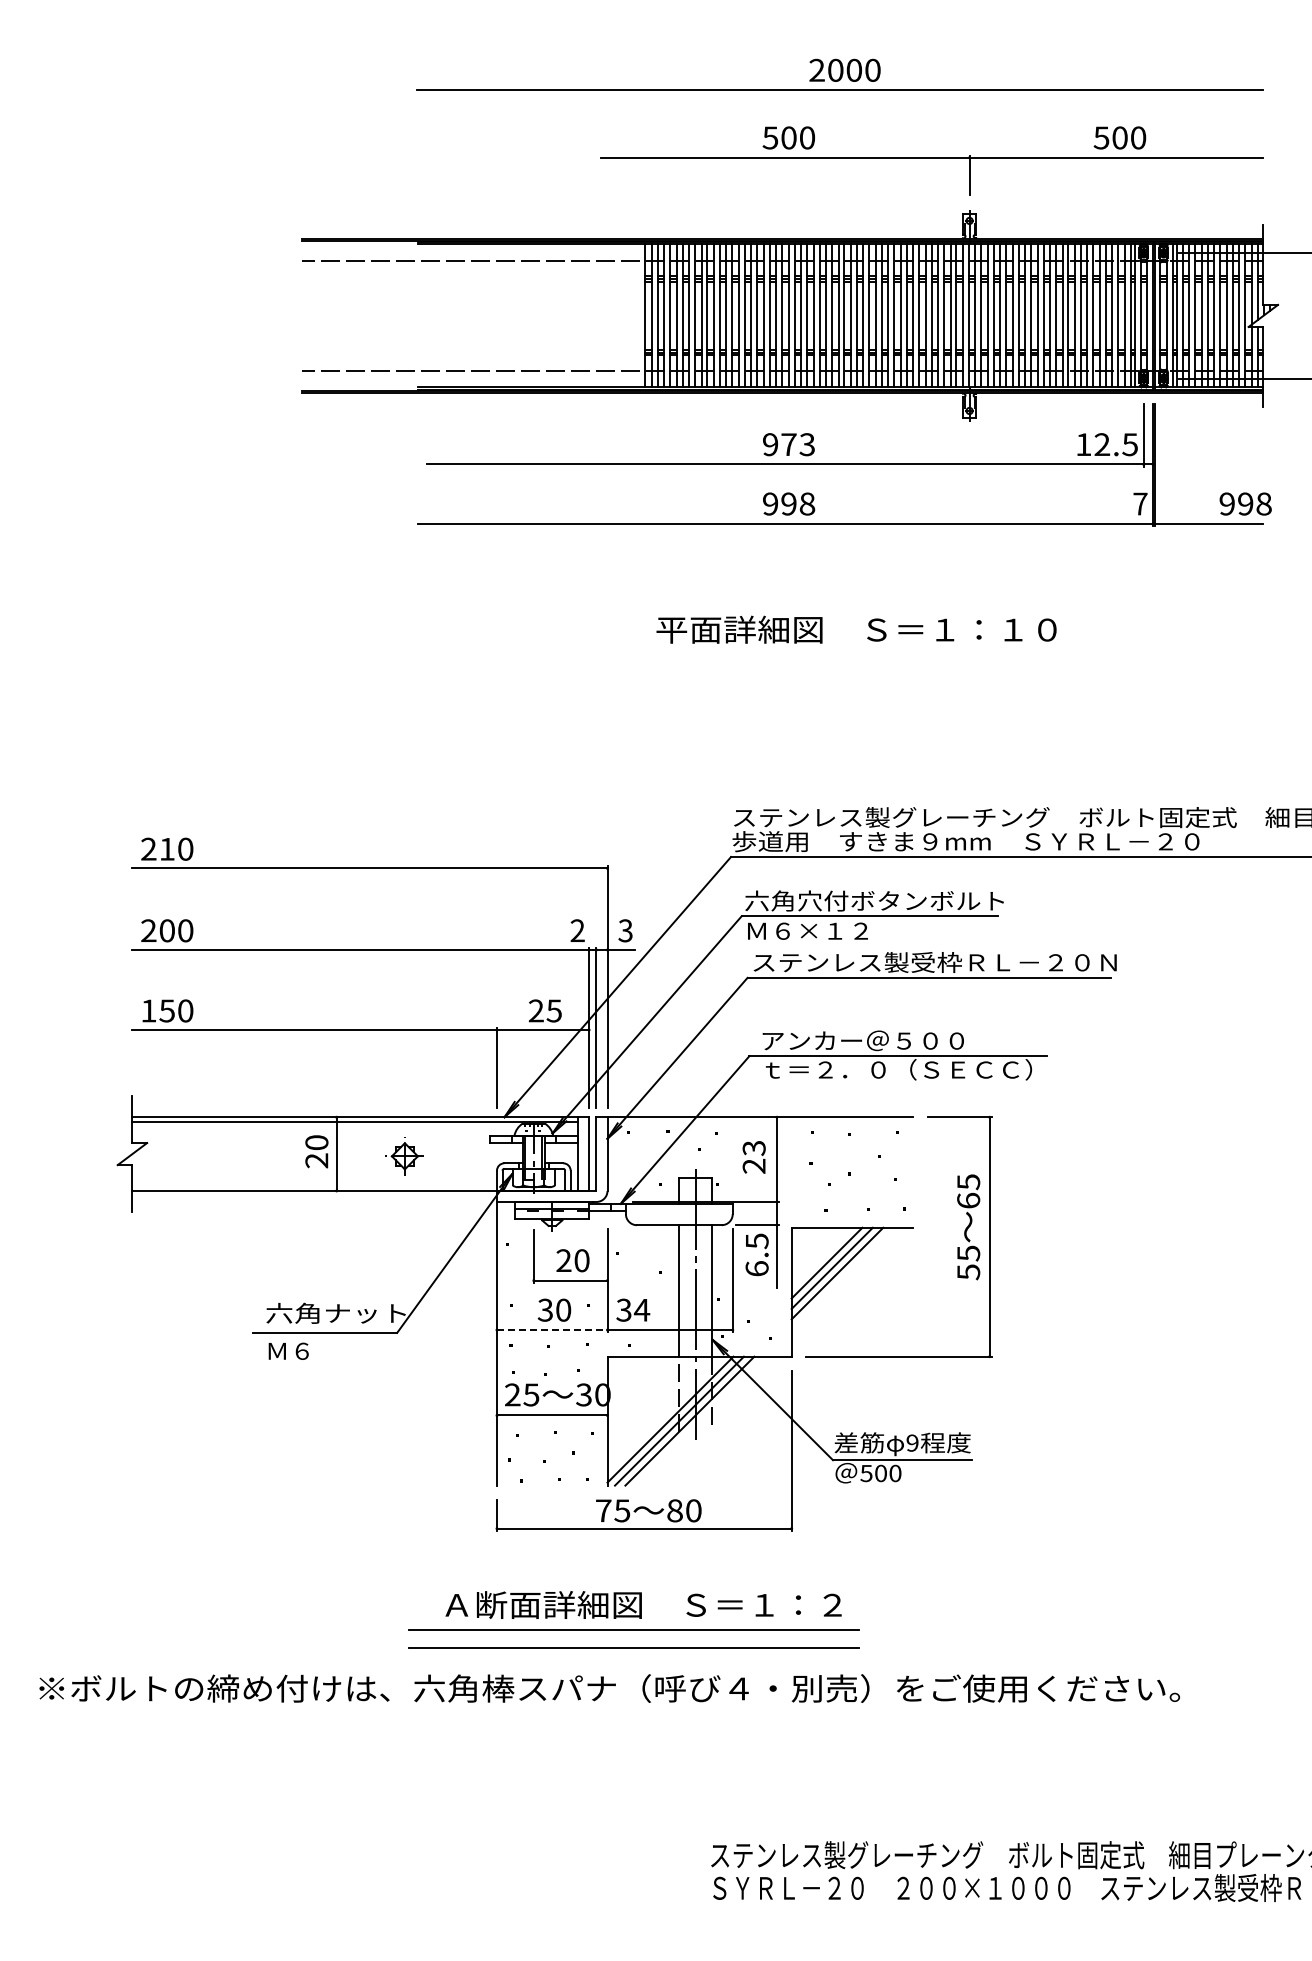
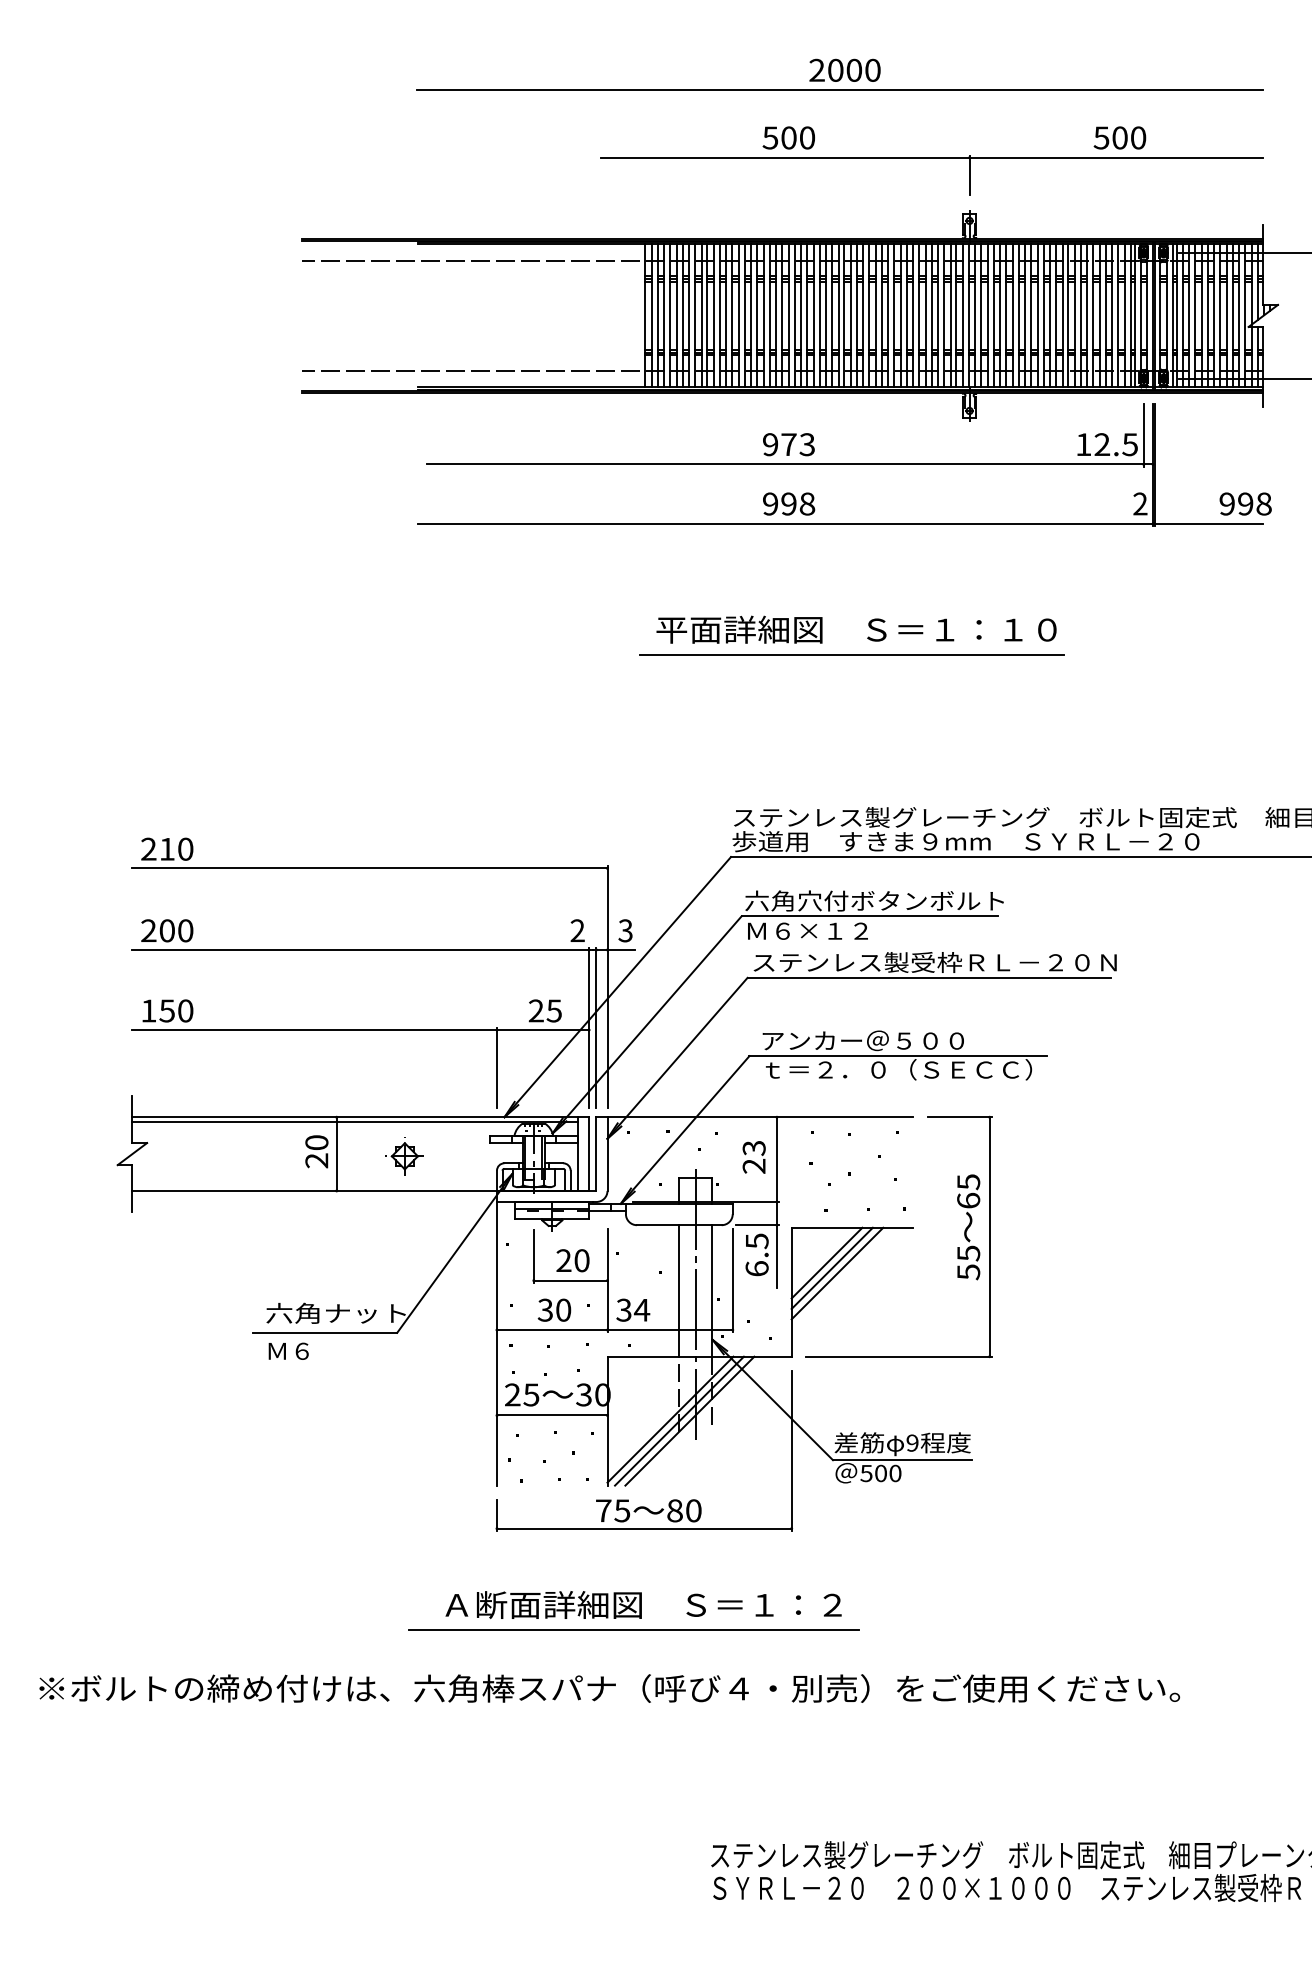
text at (1140, 503): 7 -> 2
line at (851, 654): none -> present
line at (552, 1330): dashed -> solid
line at (633, 1647): present -> none
